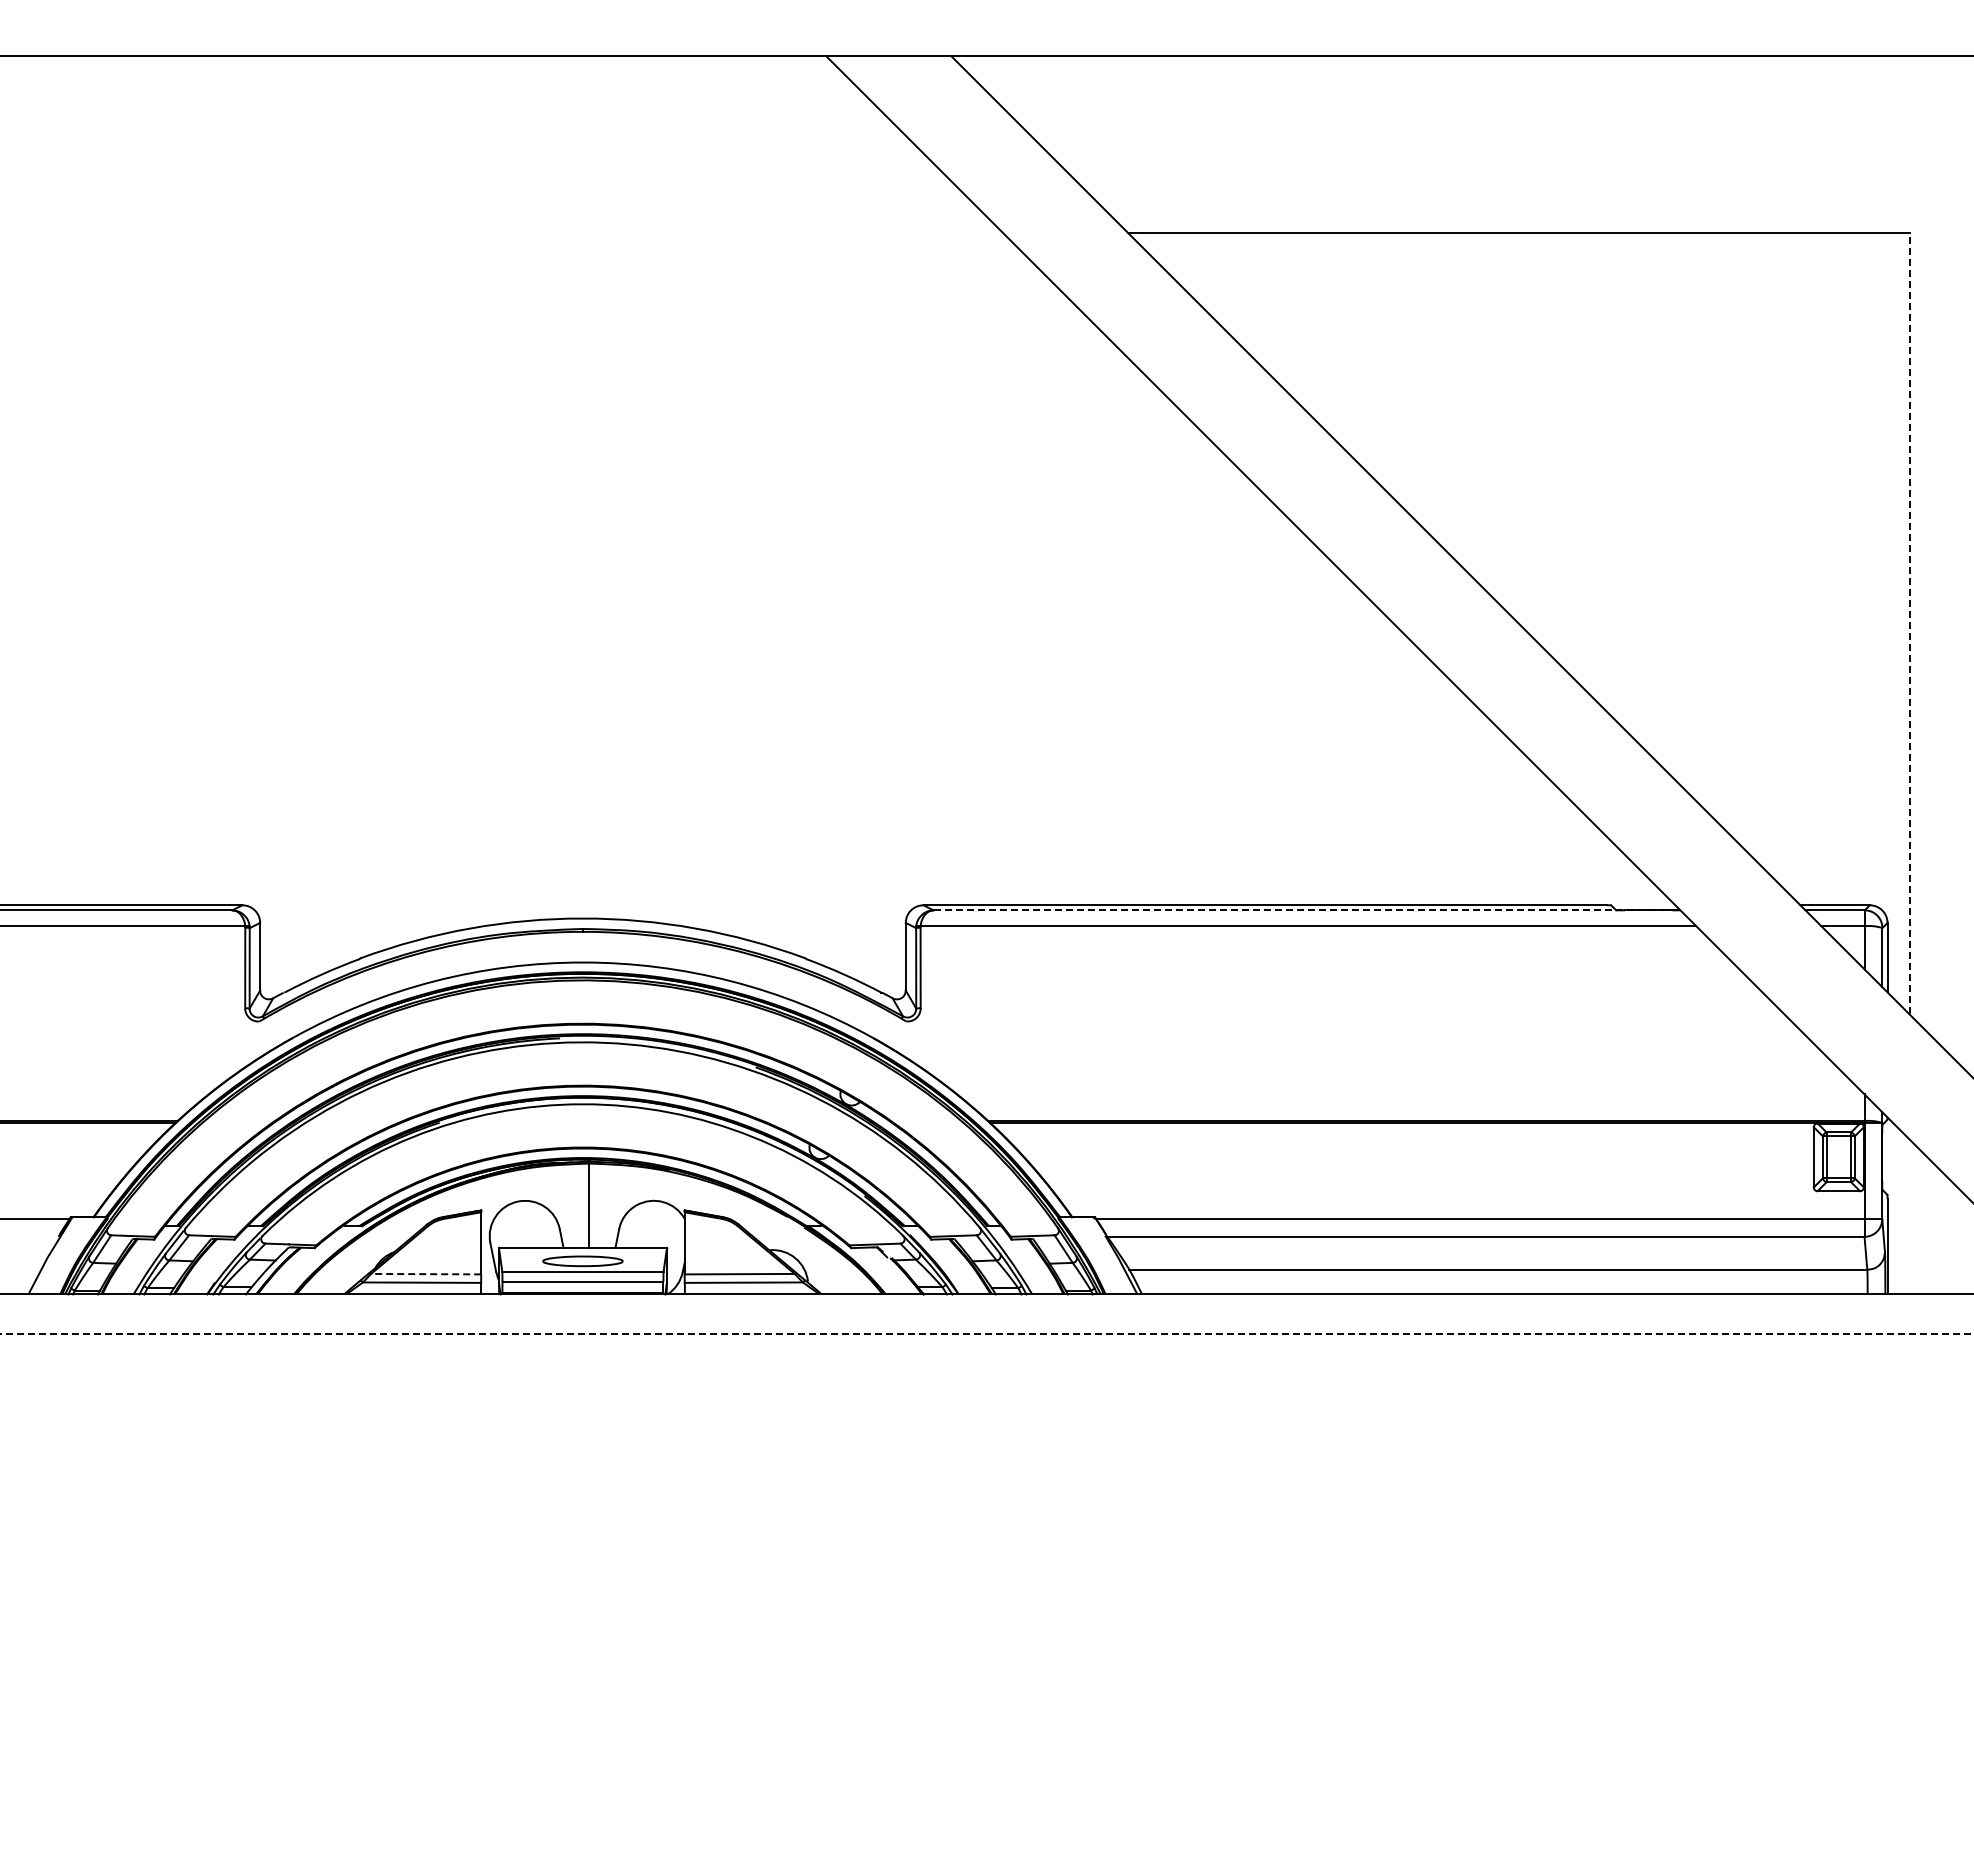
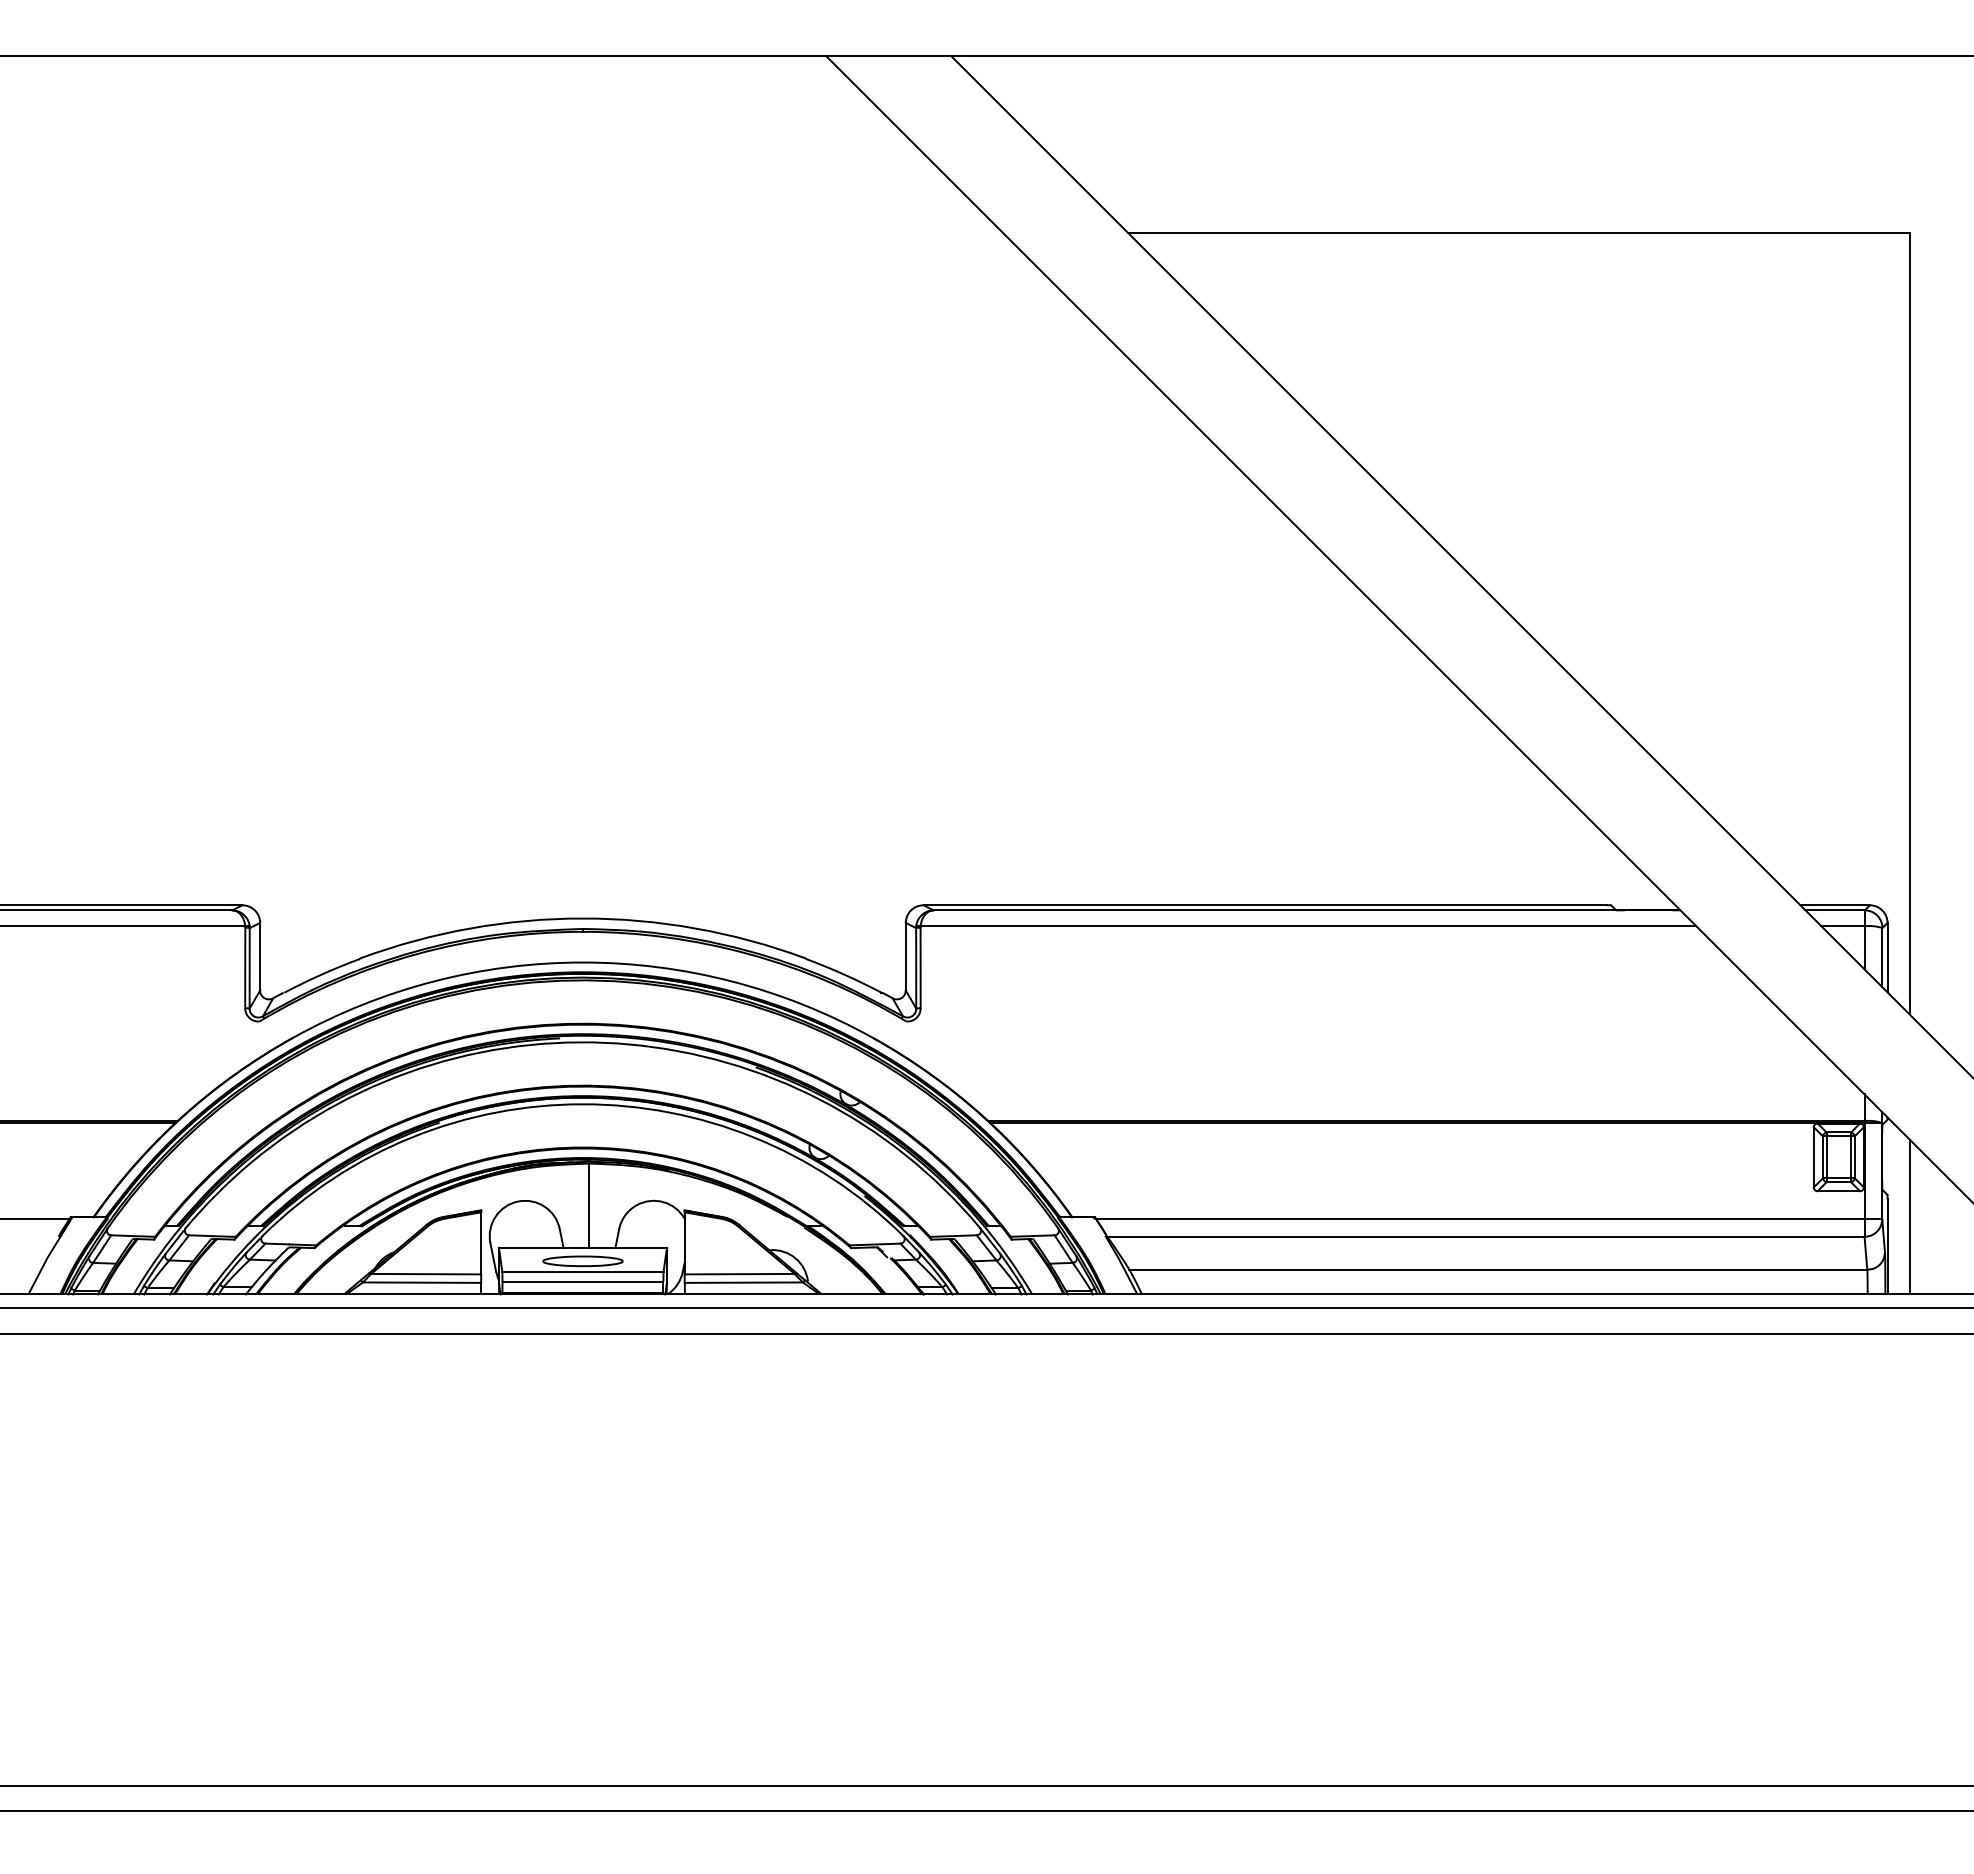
line at (1909, 623): dashed -> solid
line at (1307, 910): dashed -> solid
line at (1909, 1216): none -> present
line at (425, 1274): dashed -> solid
line at (986, 1308): none -> present
line at (986, 1333): dashed -> solid
line at (986, 1785): none -> present
line at (986, 1811): none -> present
